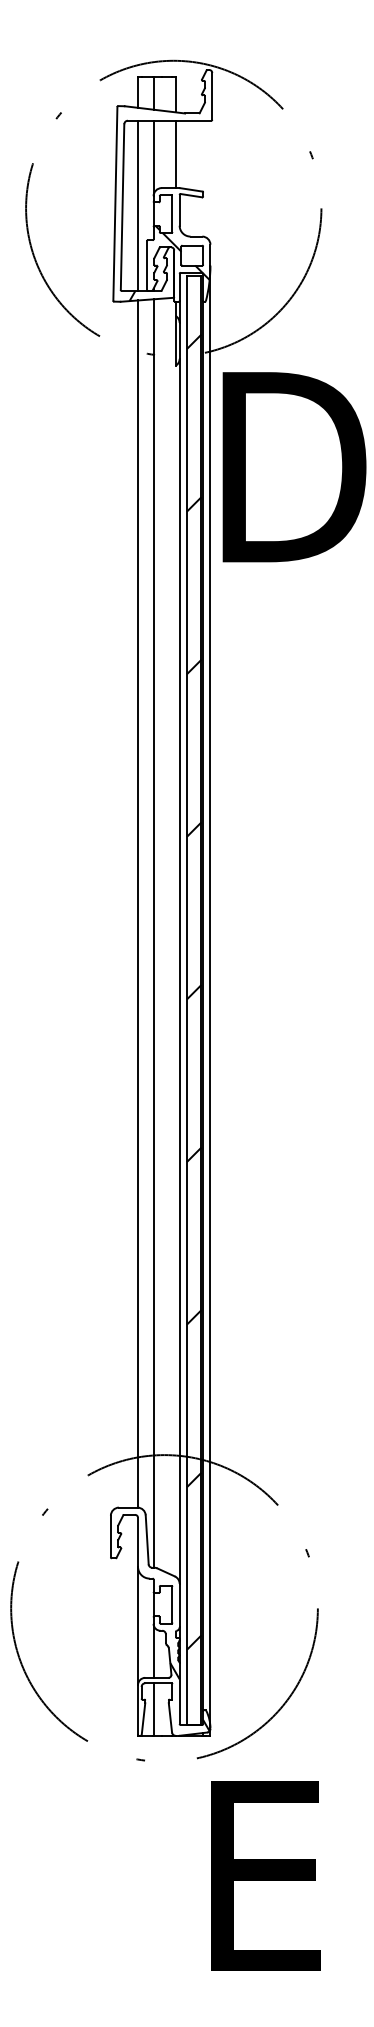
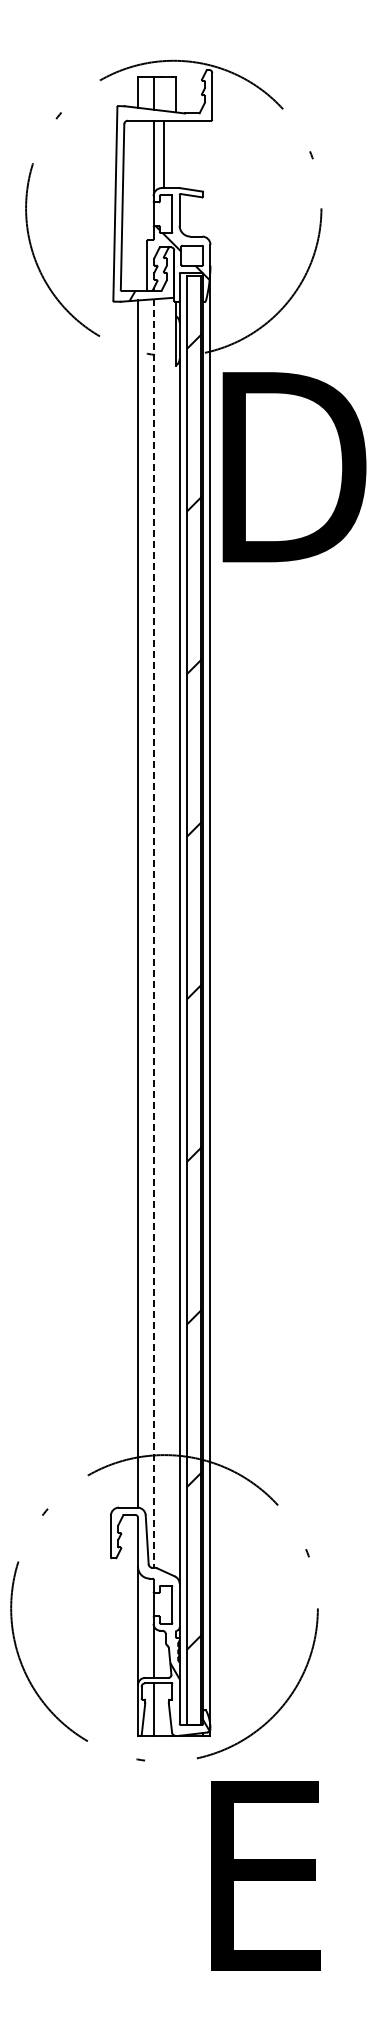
line at (175, 154) position: (175, 154) -> (163, 154)
line at (138, 205): present -> none
line at (153, 934): solid -> dashed
